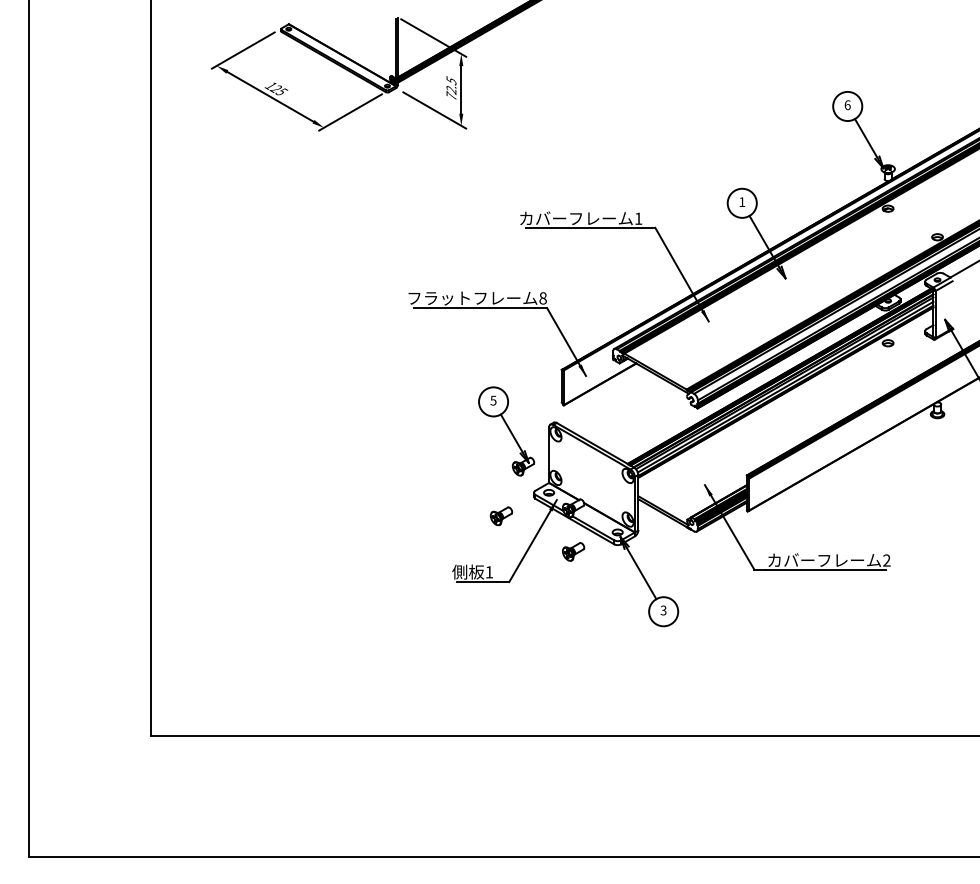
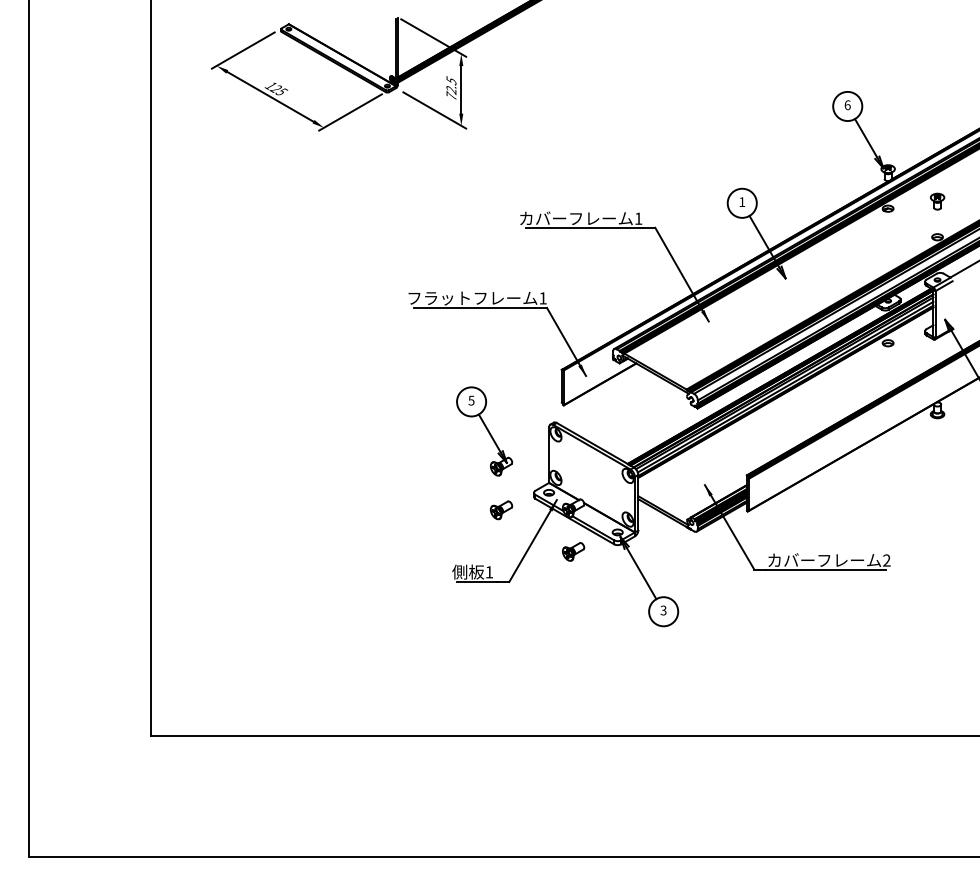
part at (937, 201): none -> present
text at (542, 298): 8 -> 1
part at (506, 431) position: (506, 431) -> (484, 431)
part at (501, 516) position: (501, 516) -> (501, 510)
